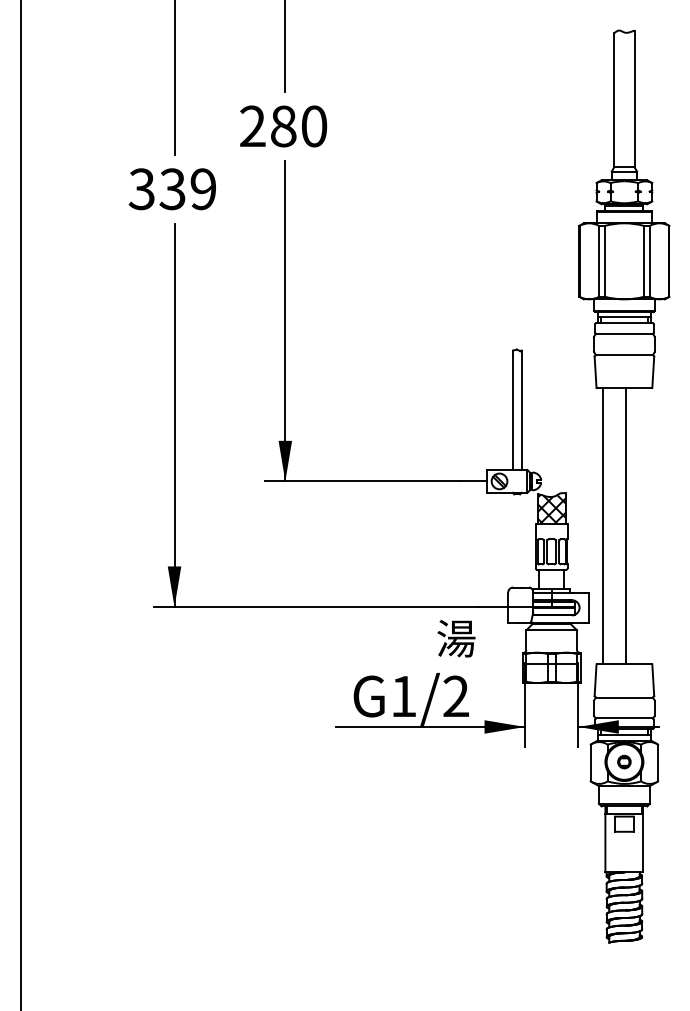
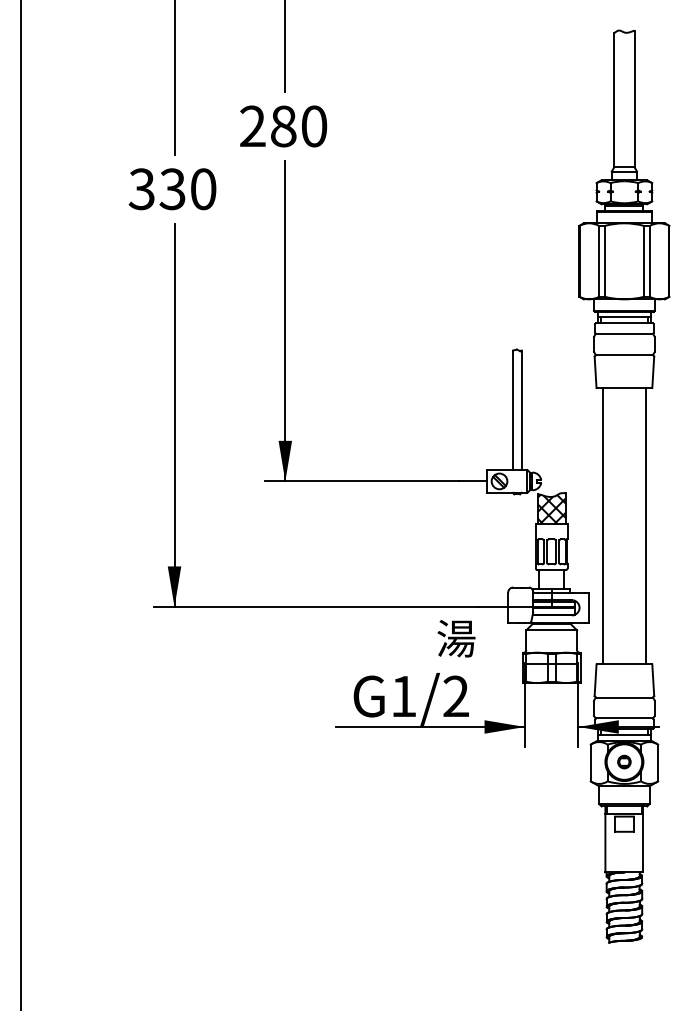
text at (203, 189): 339 -> 330
line at (625, 526) position: (625, 526) -> (645, 526)
